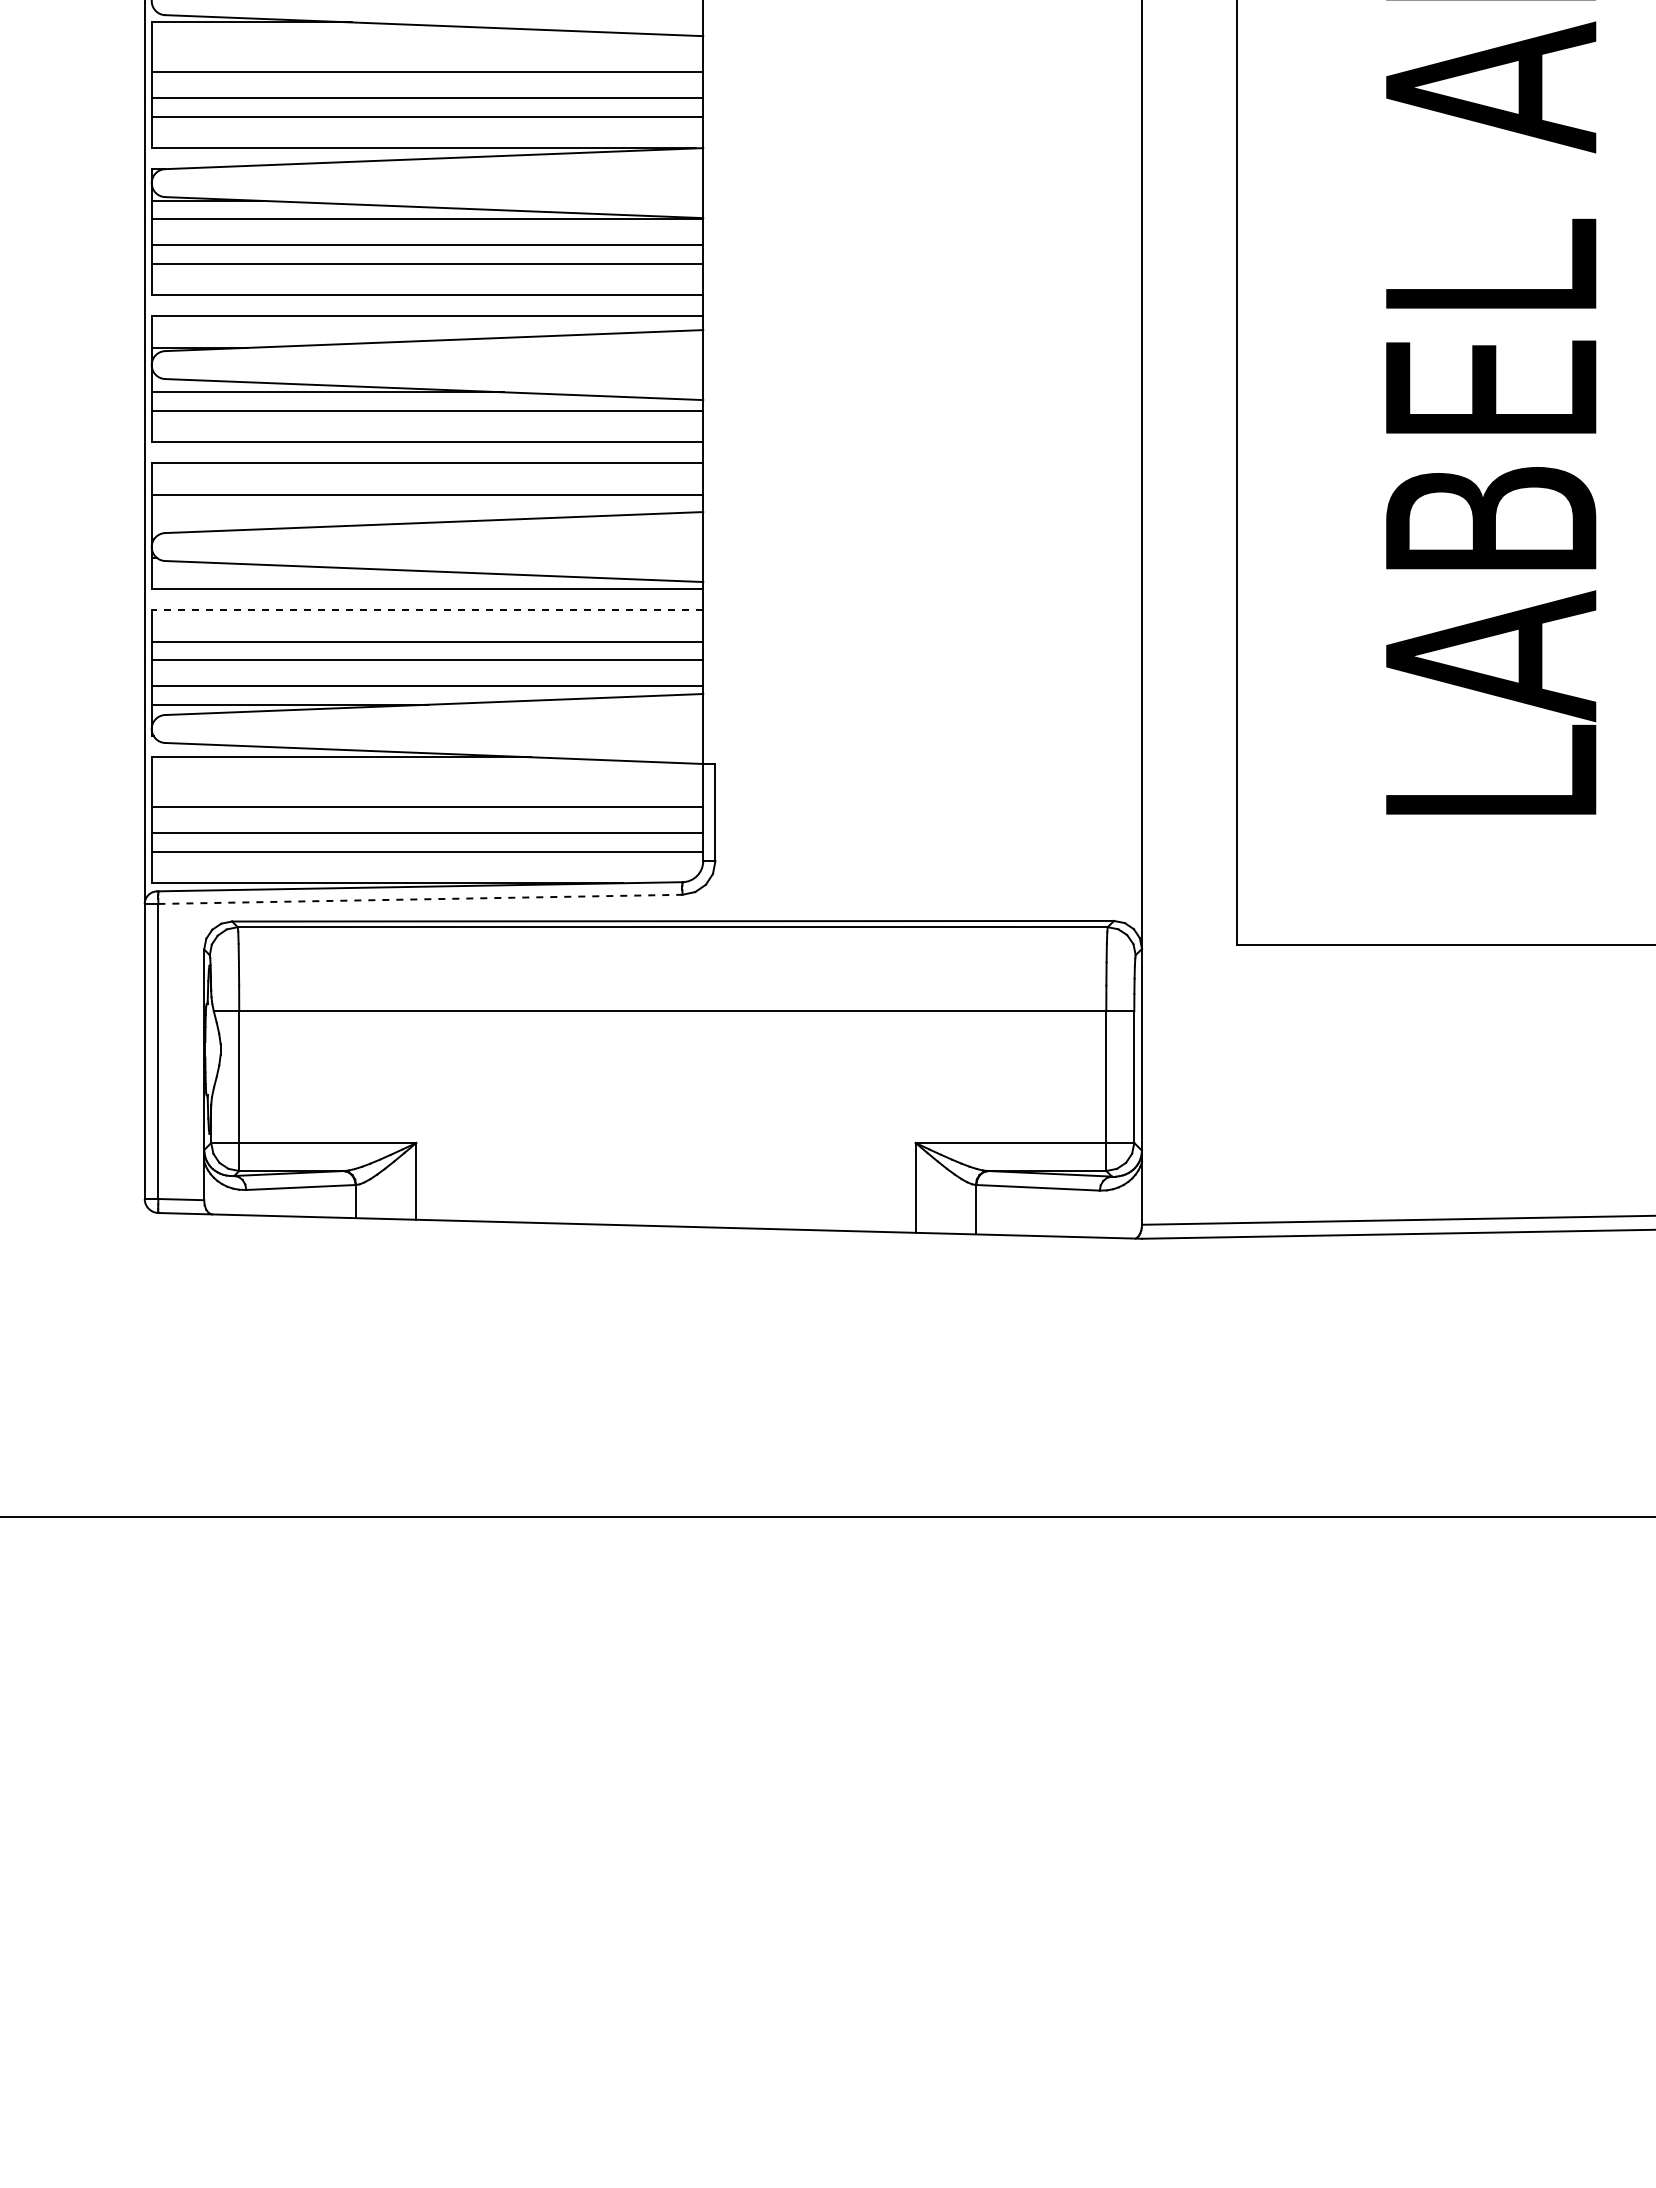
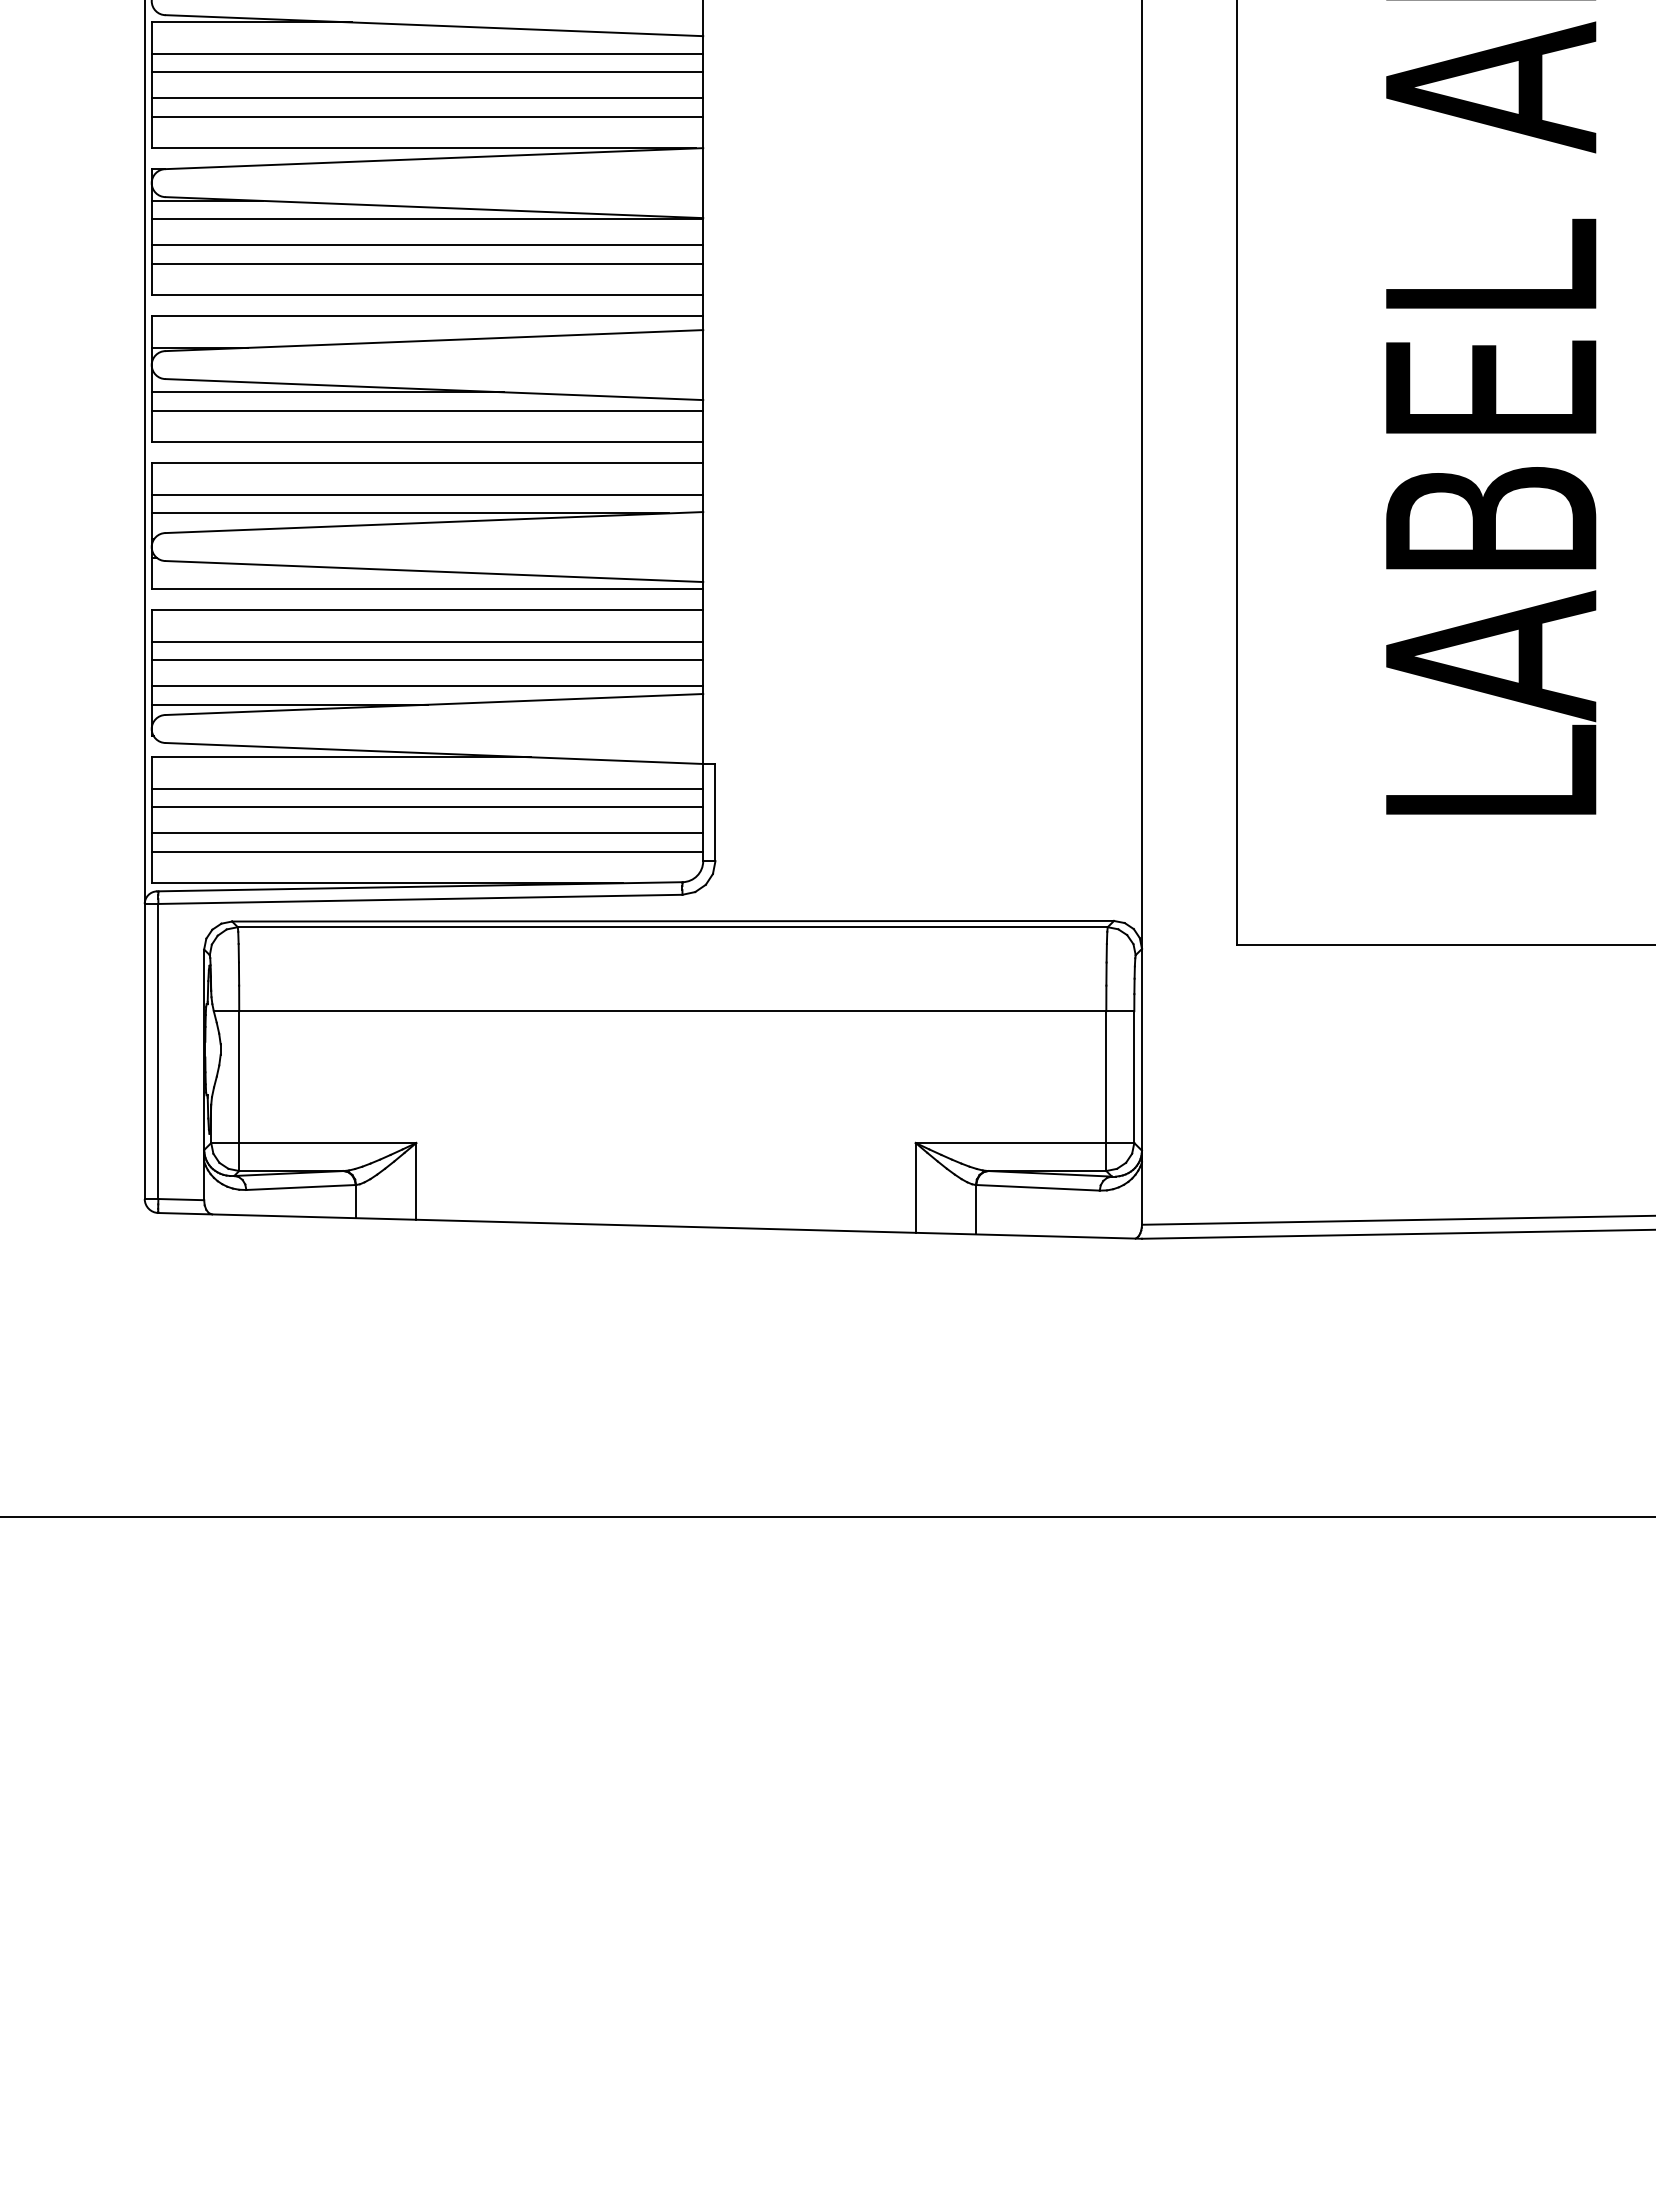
line at (427, 53): none -> present
line at (409, 513): none -> present
line at (427, 610): dashed -> solid
line at (427, 788): none -> present
line at (420, 899): dashed -> solid
